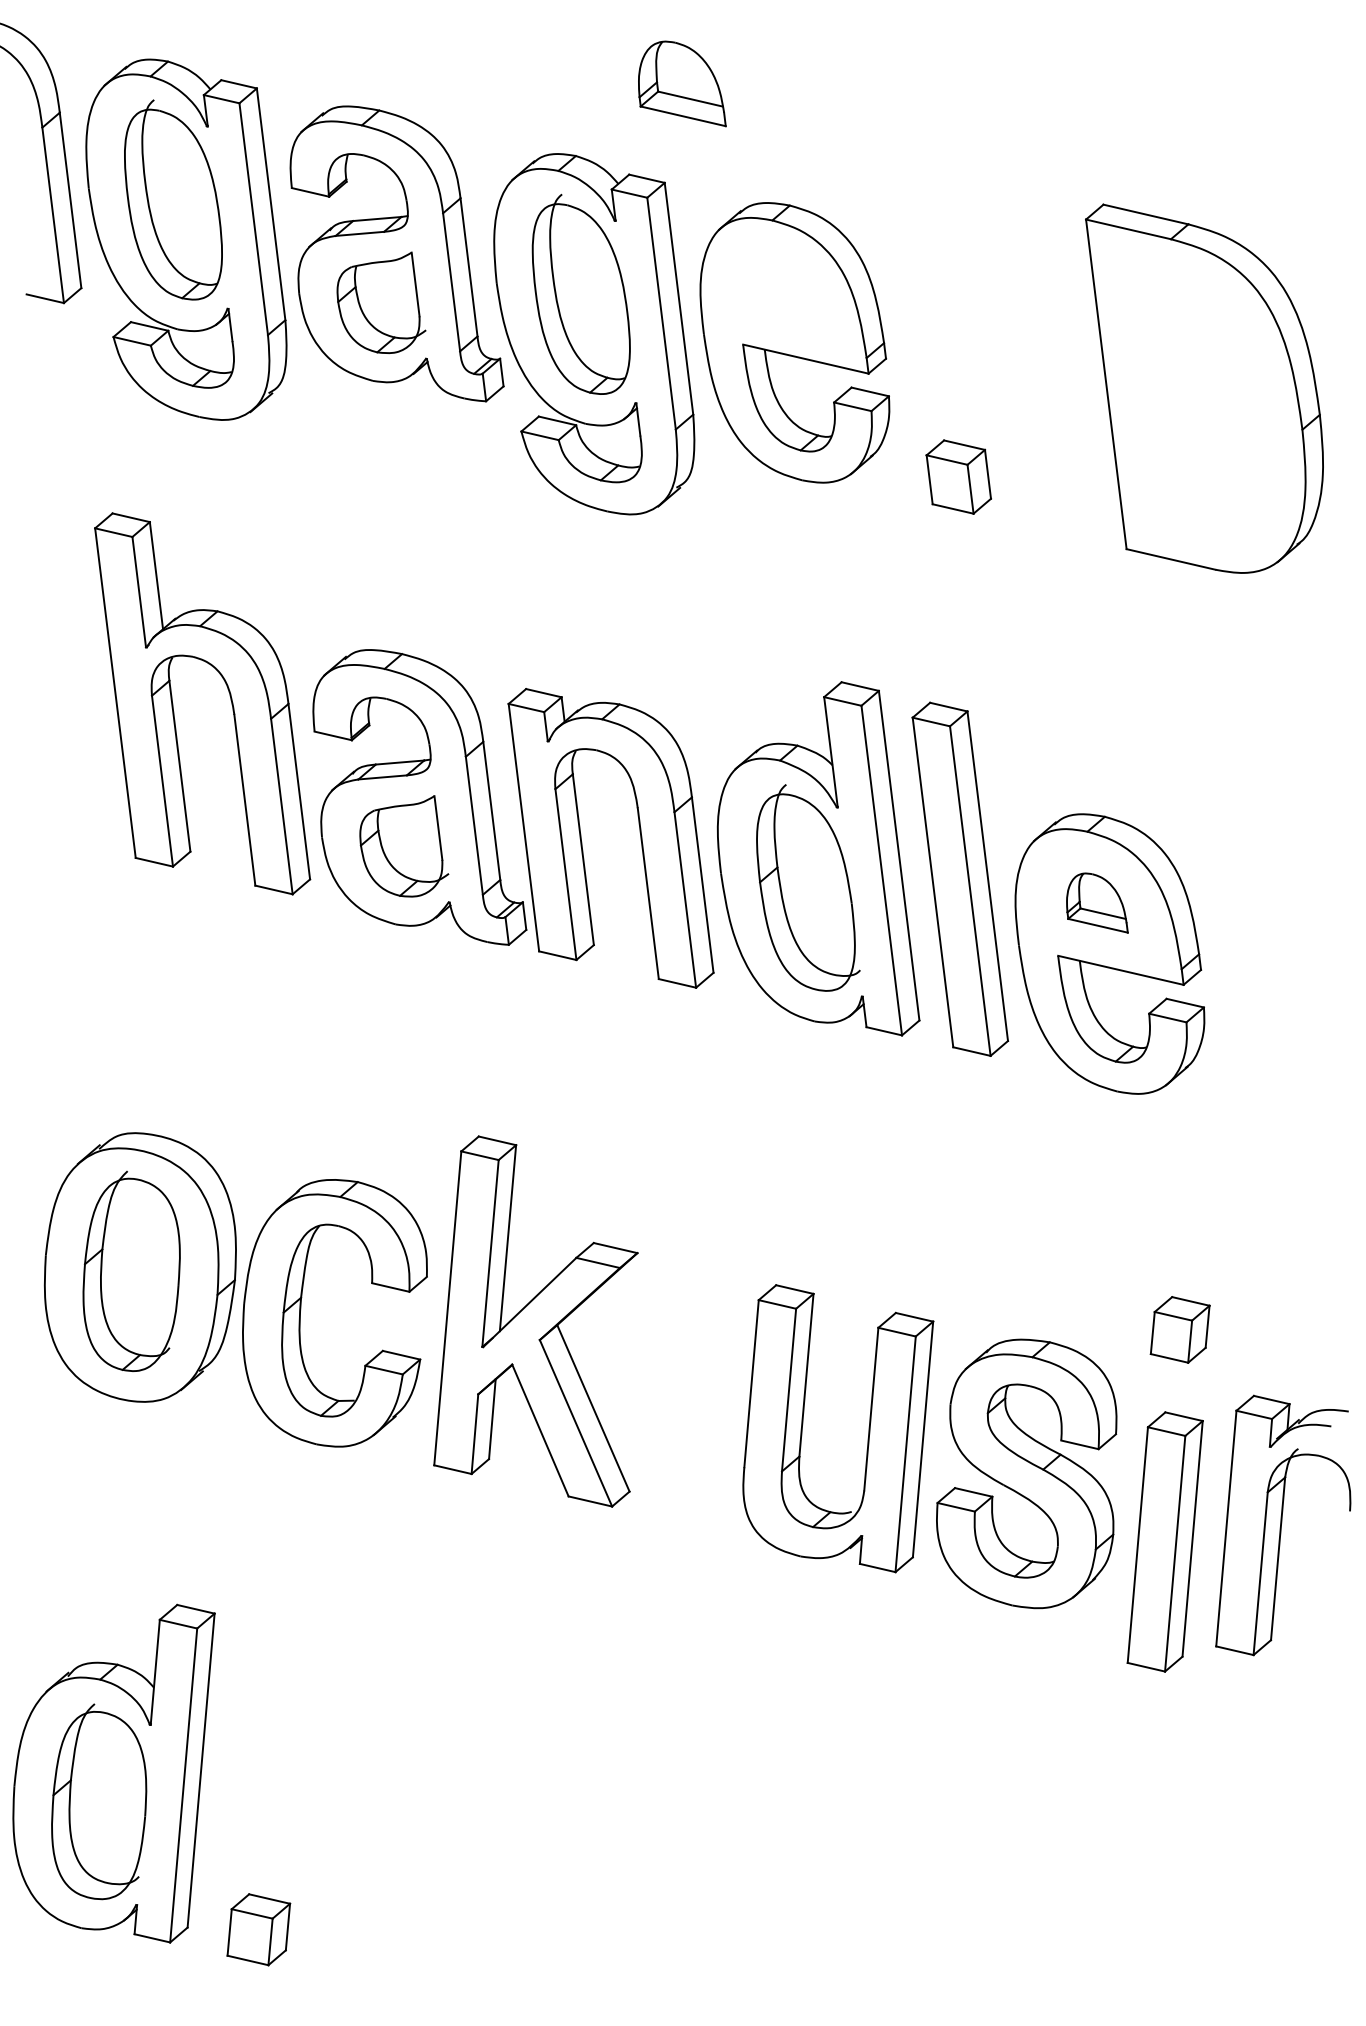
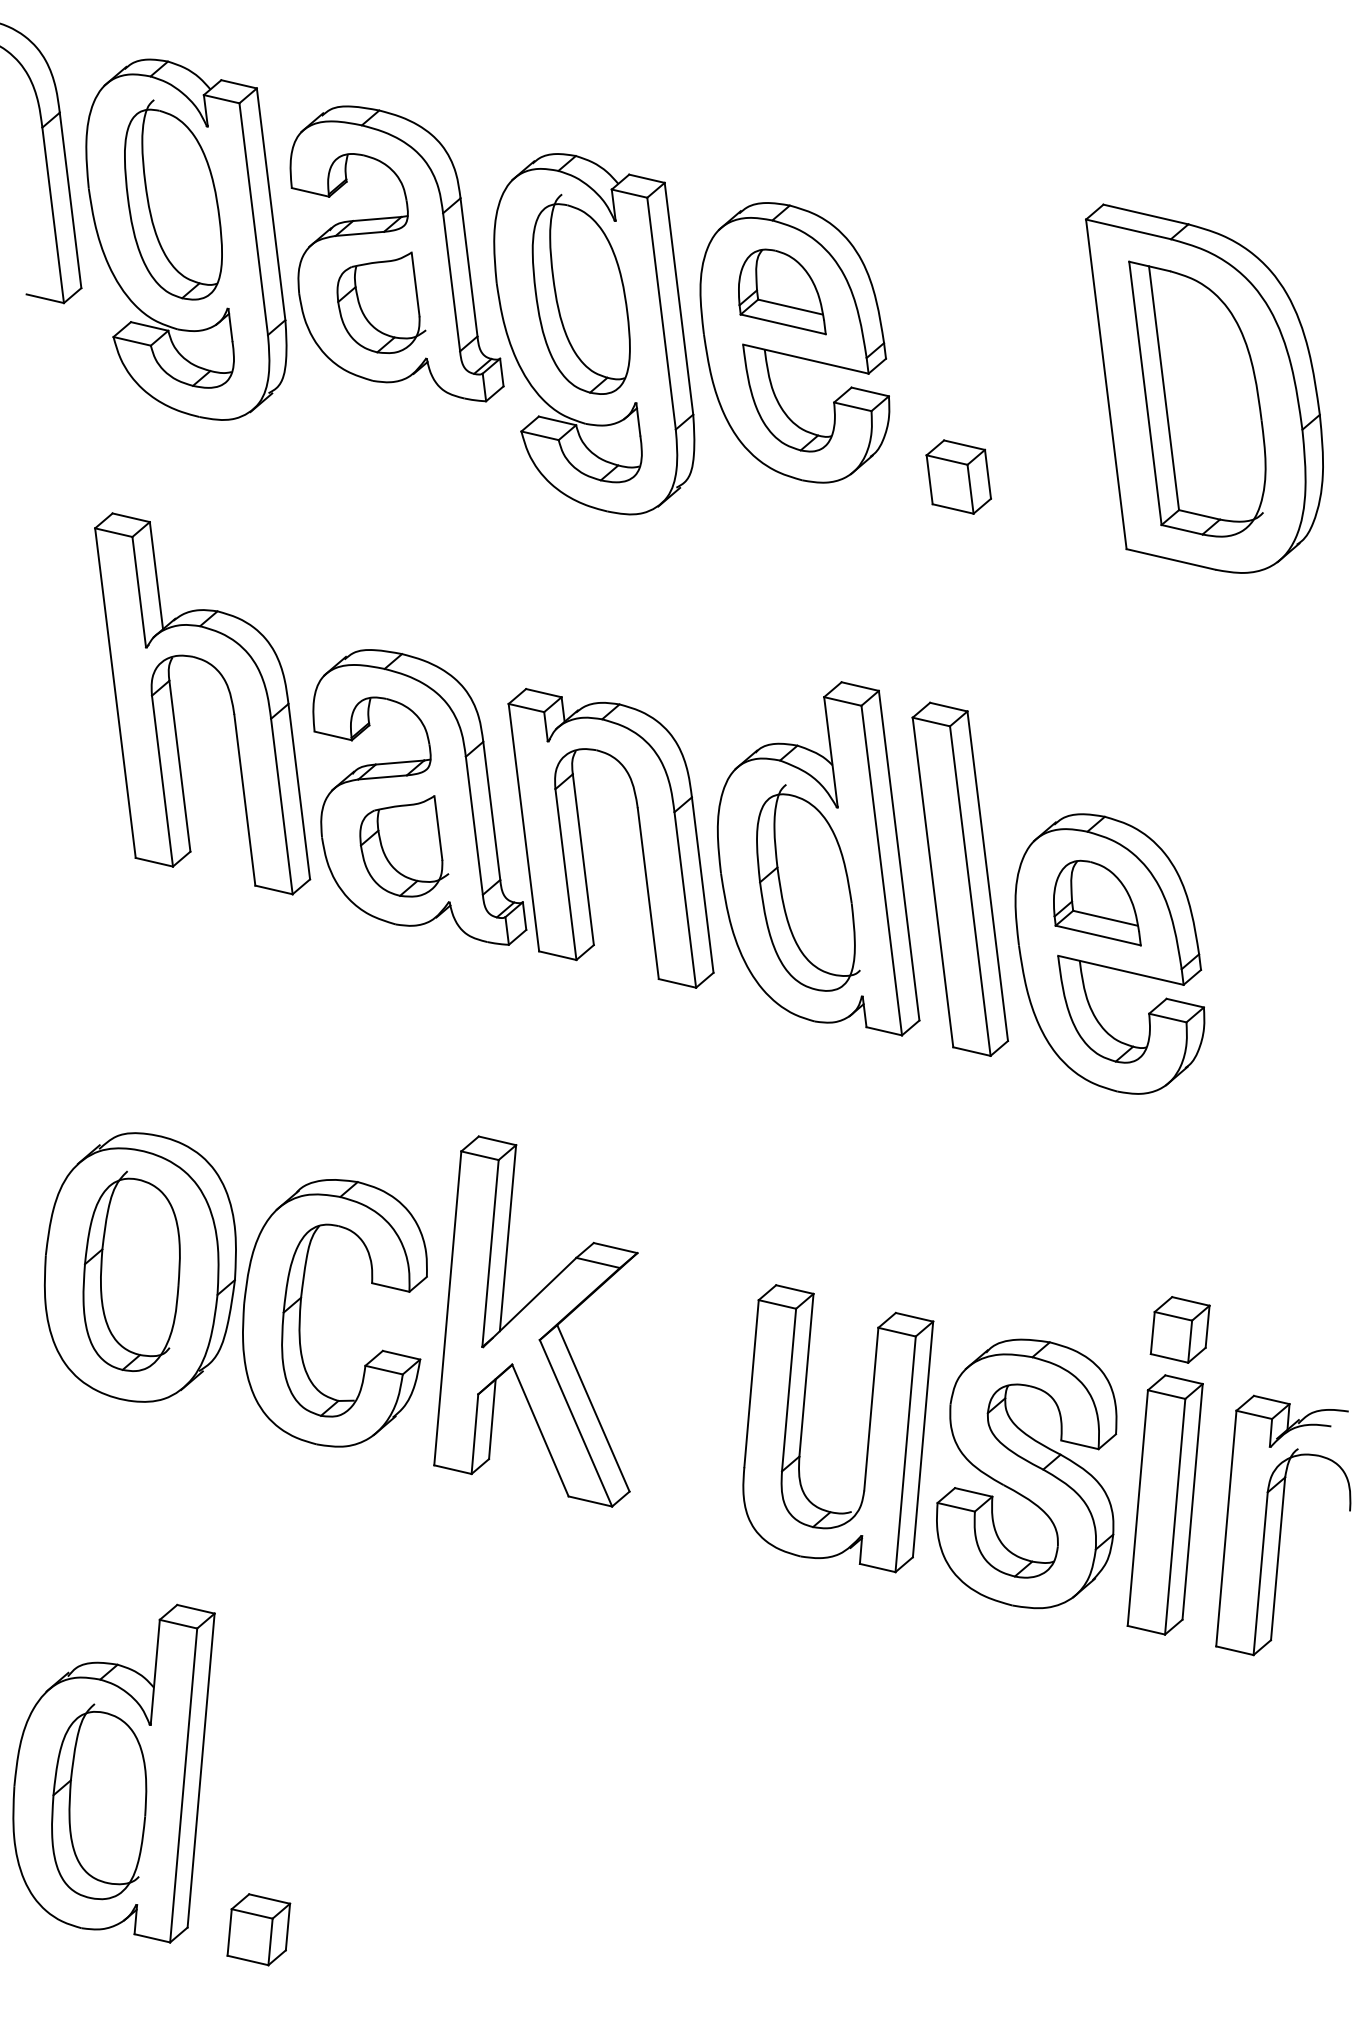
part at (682, 83) position: (682, 83) -> (782, 291)
part at (1197, 398): none -> present
part at (1097, 902) size: 63x62 px -> 89x88 px
part at (1164, 1541) position: (1164, 1541) -> (1164, 1504)
